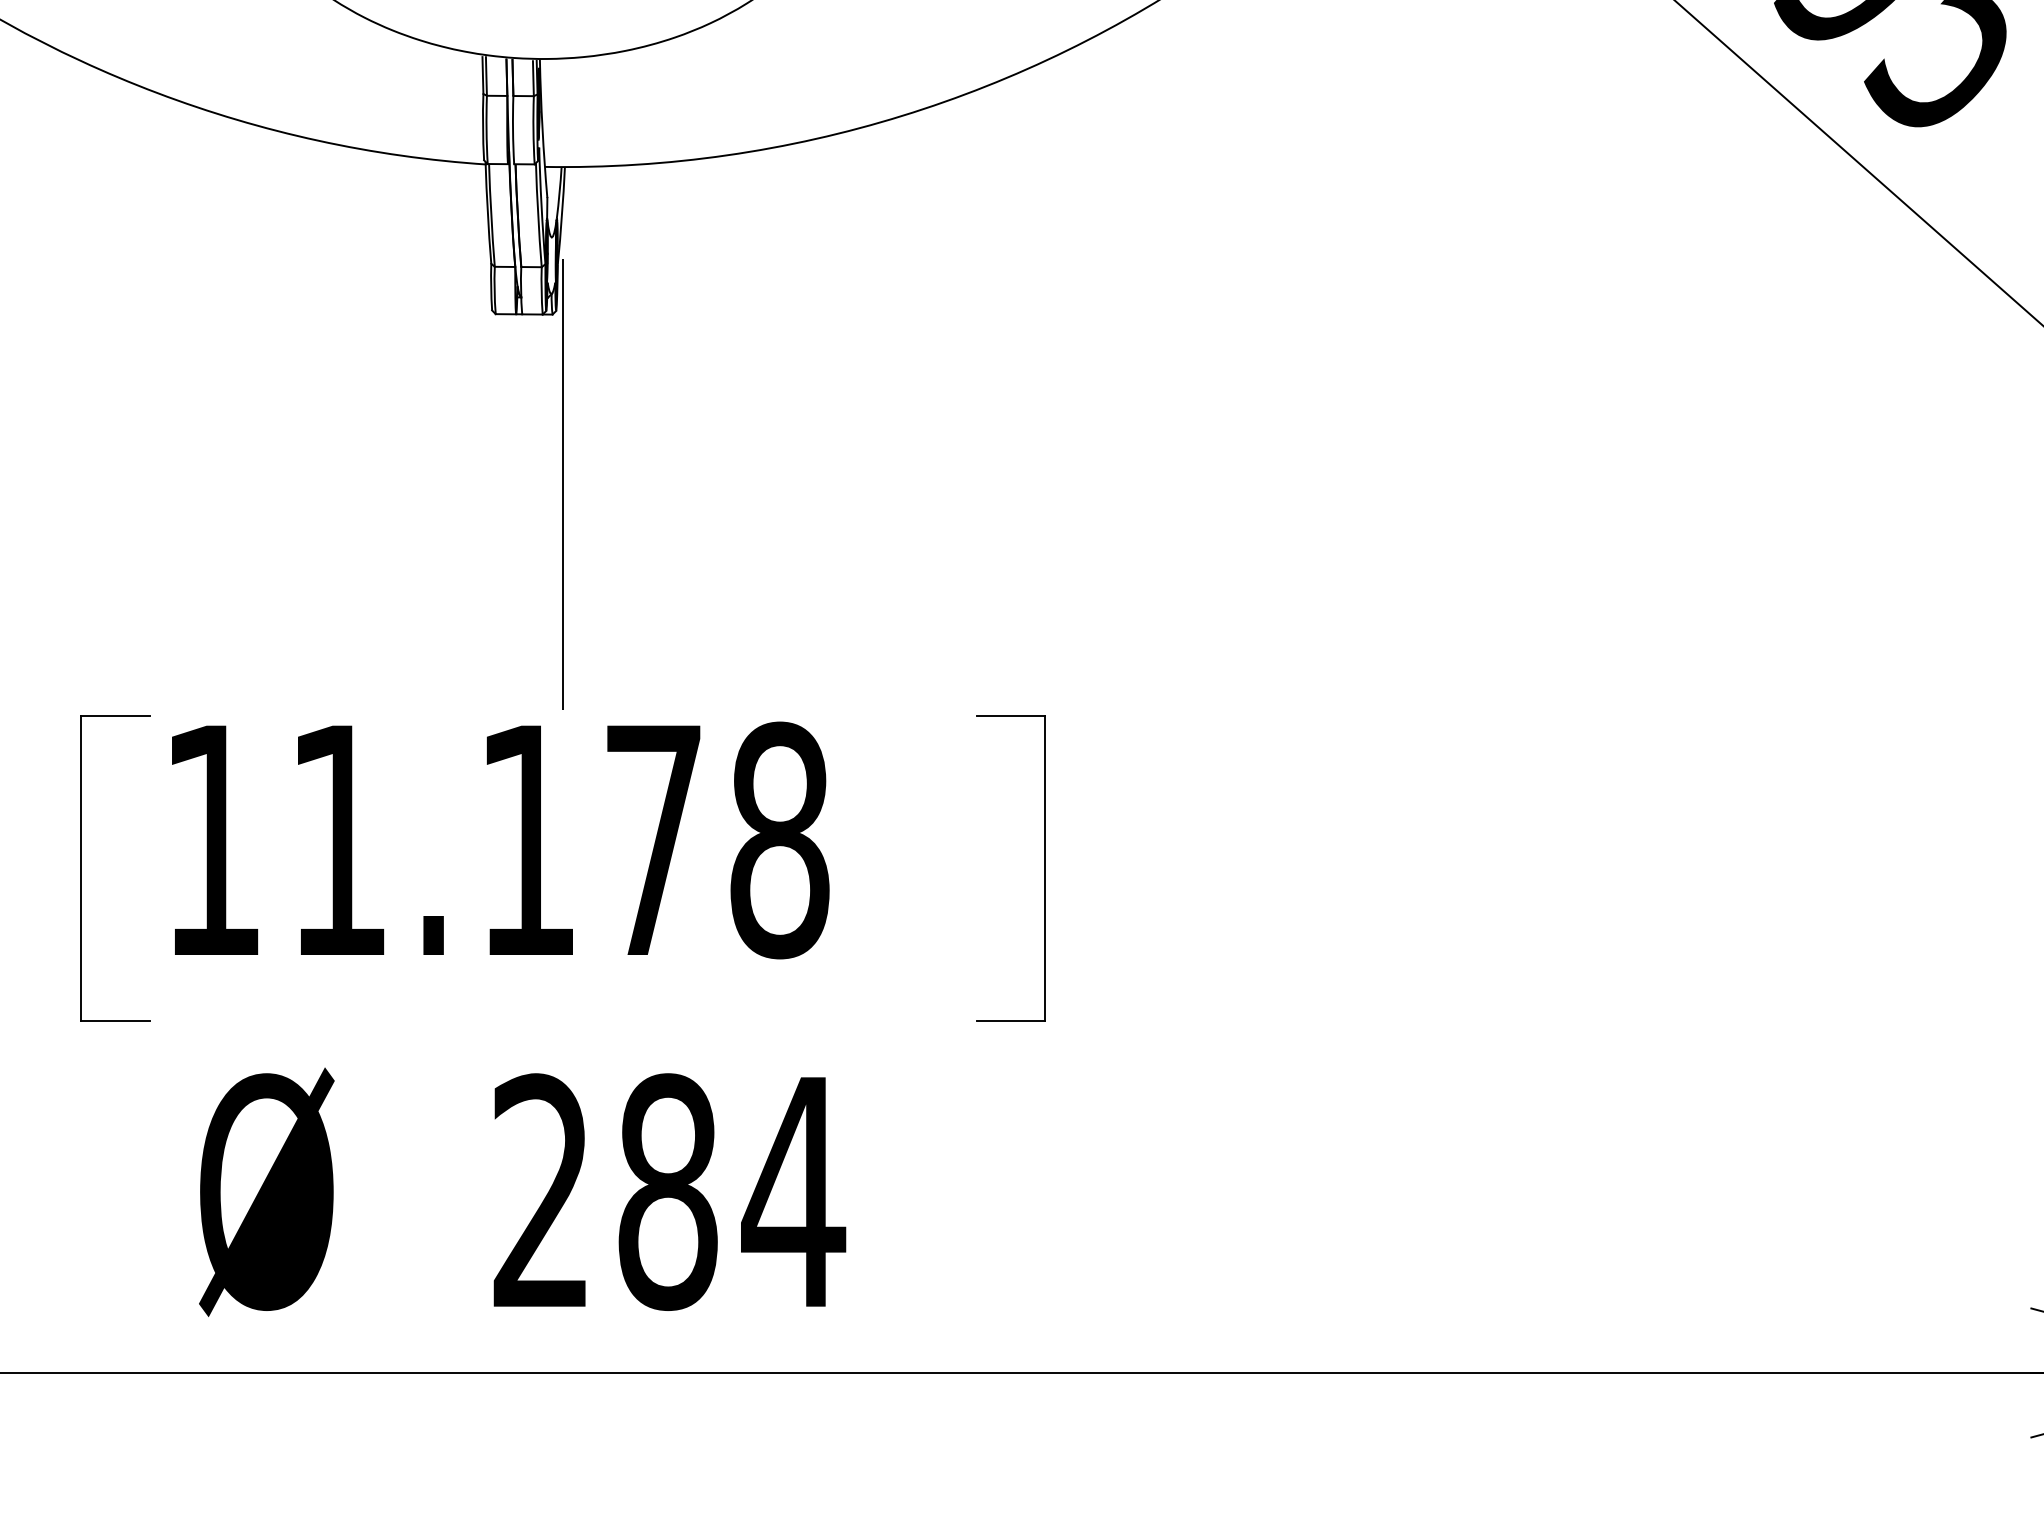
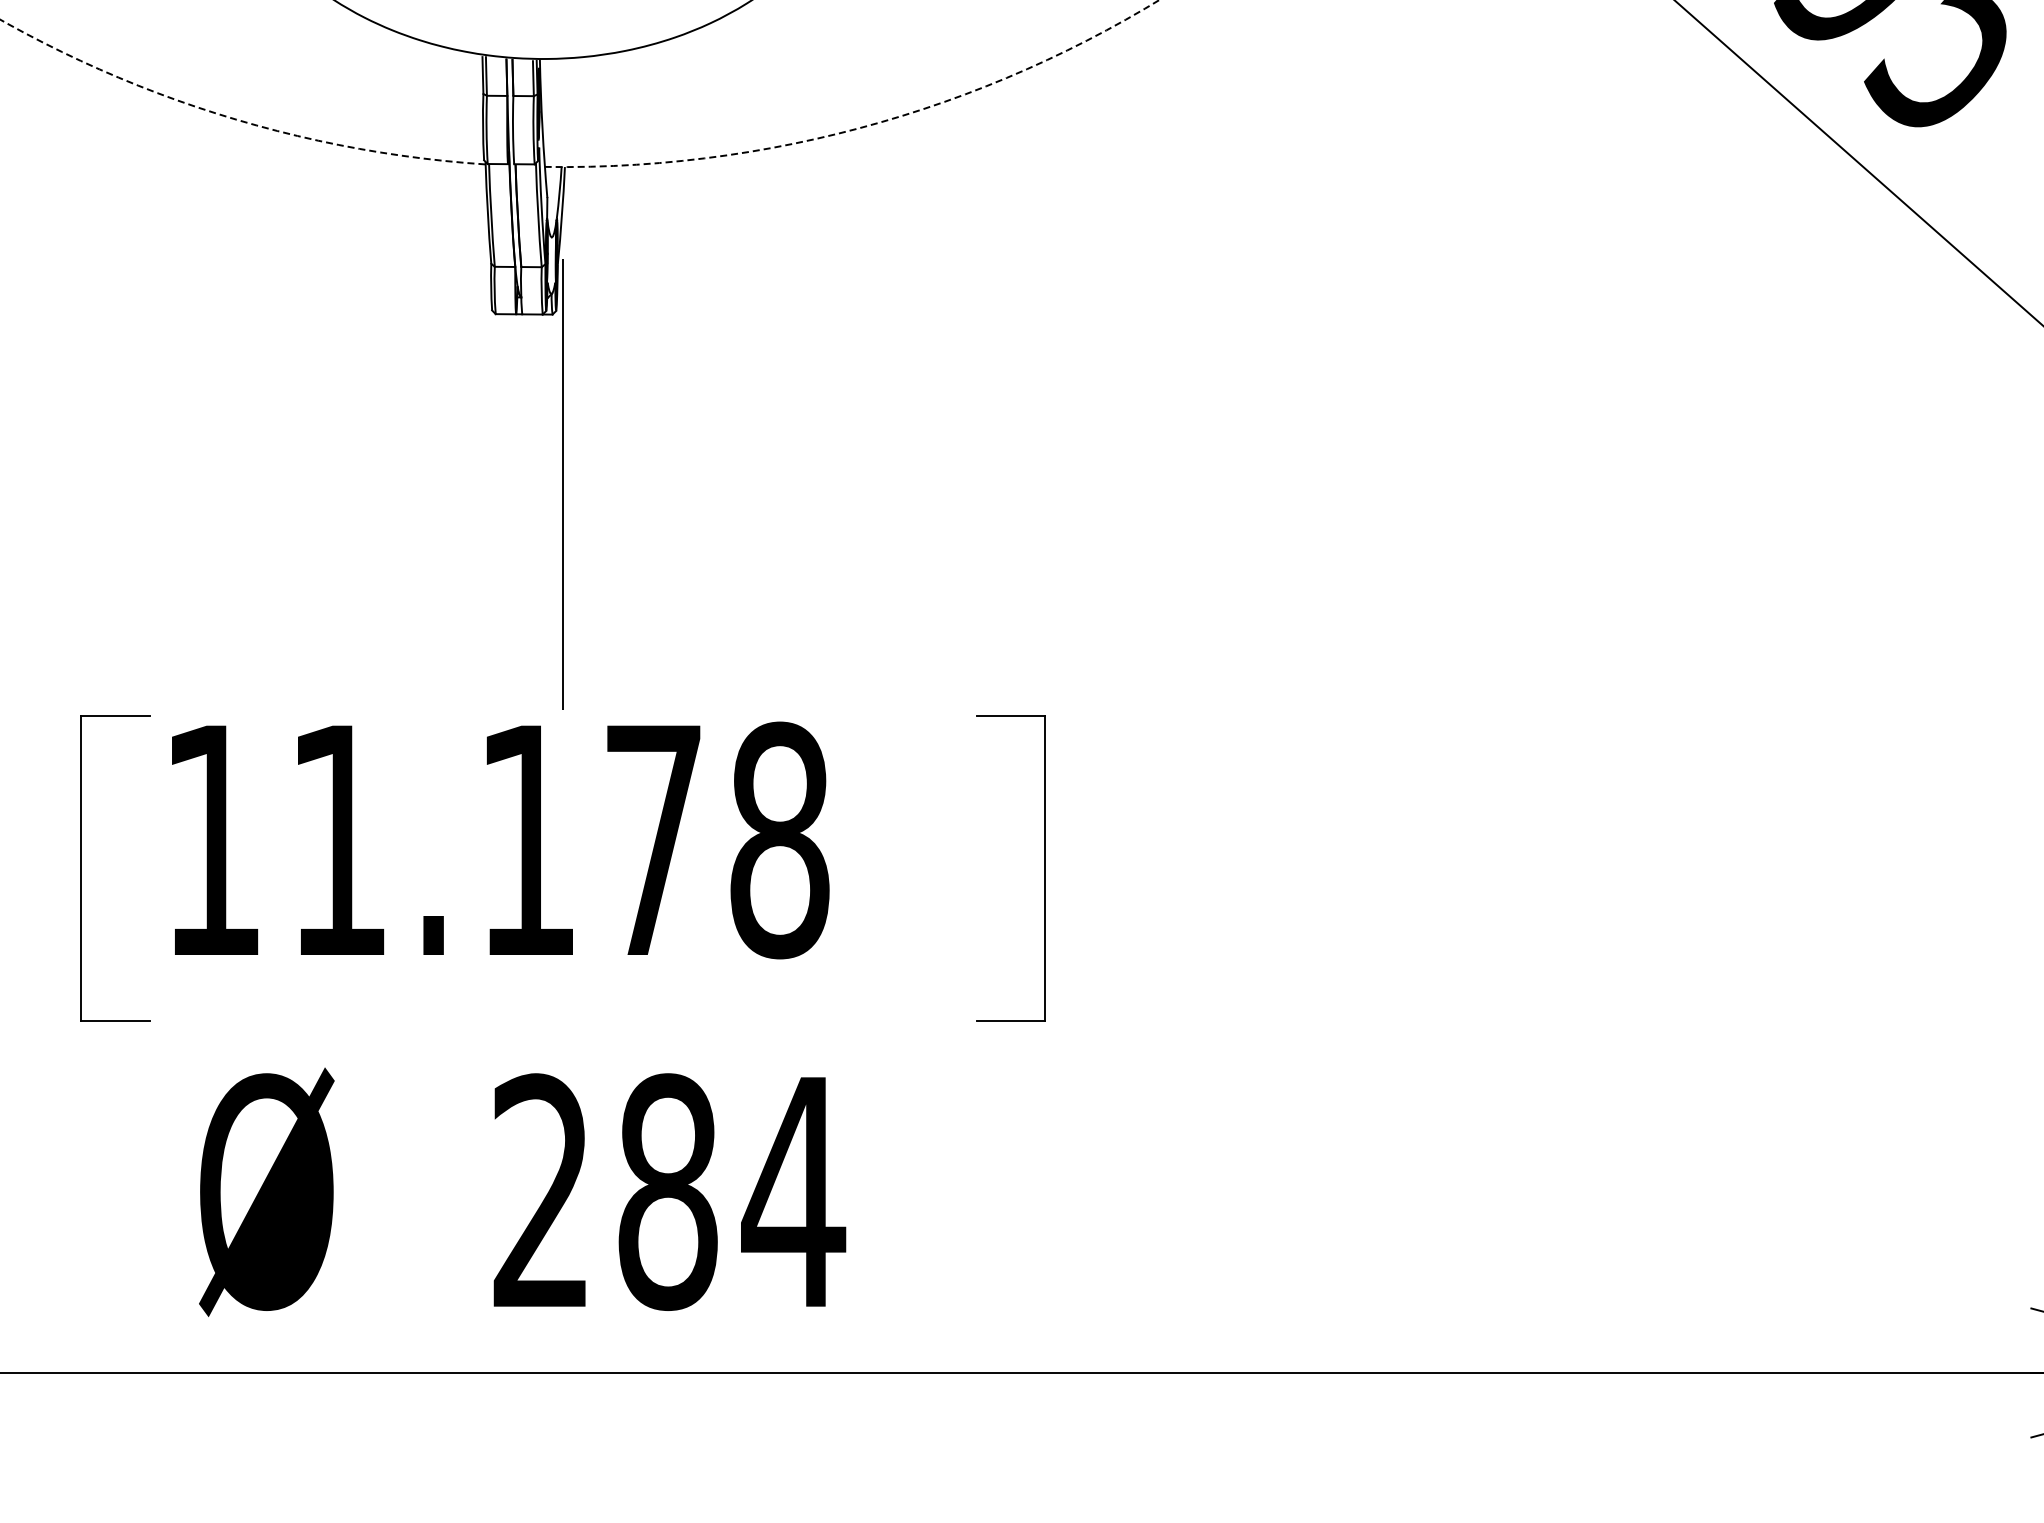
arc at (235, 119): solid -> dashed
arc at (864, 126): solid -> dashed
